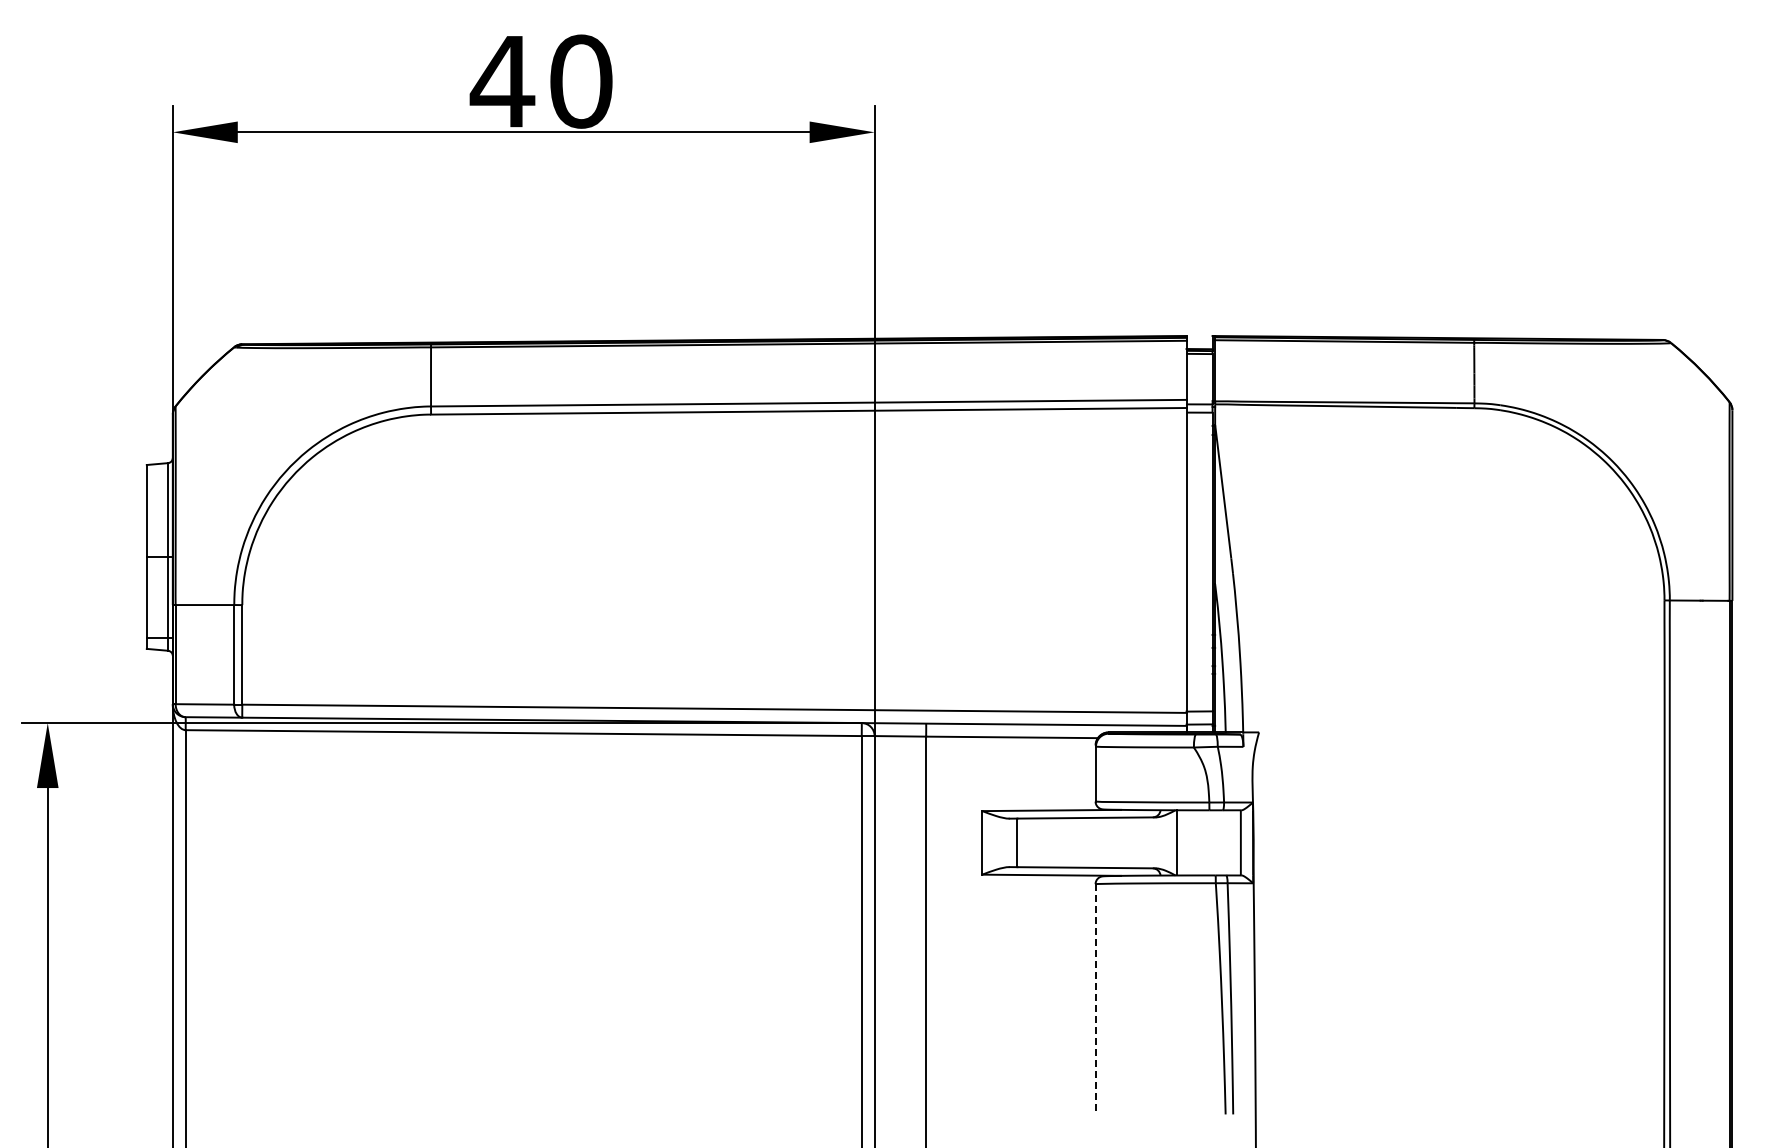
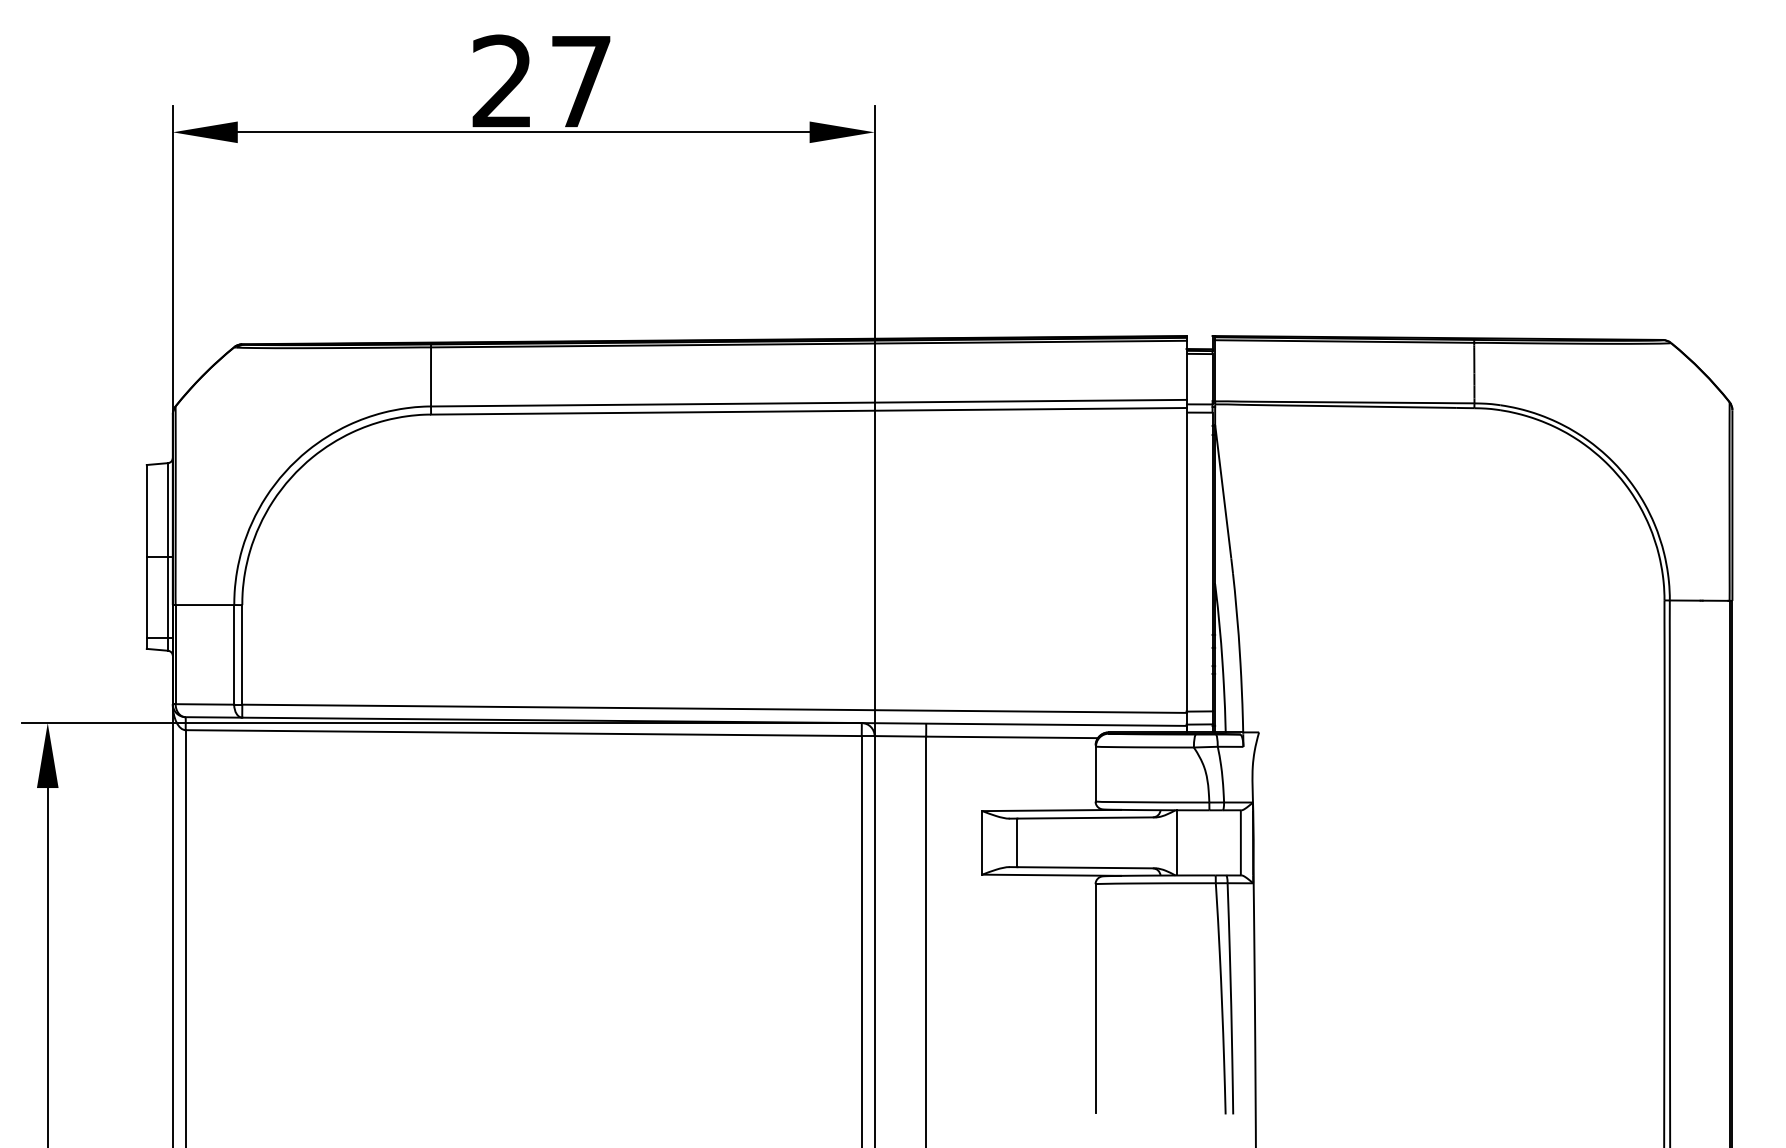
text at (540, 81): 40 -> 27
line at (1095, 998): dashed -> solid
